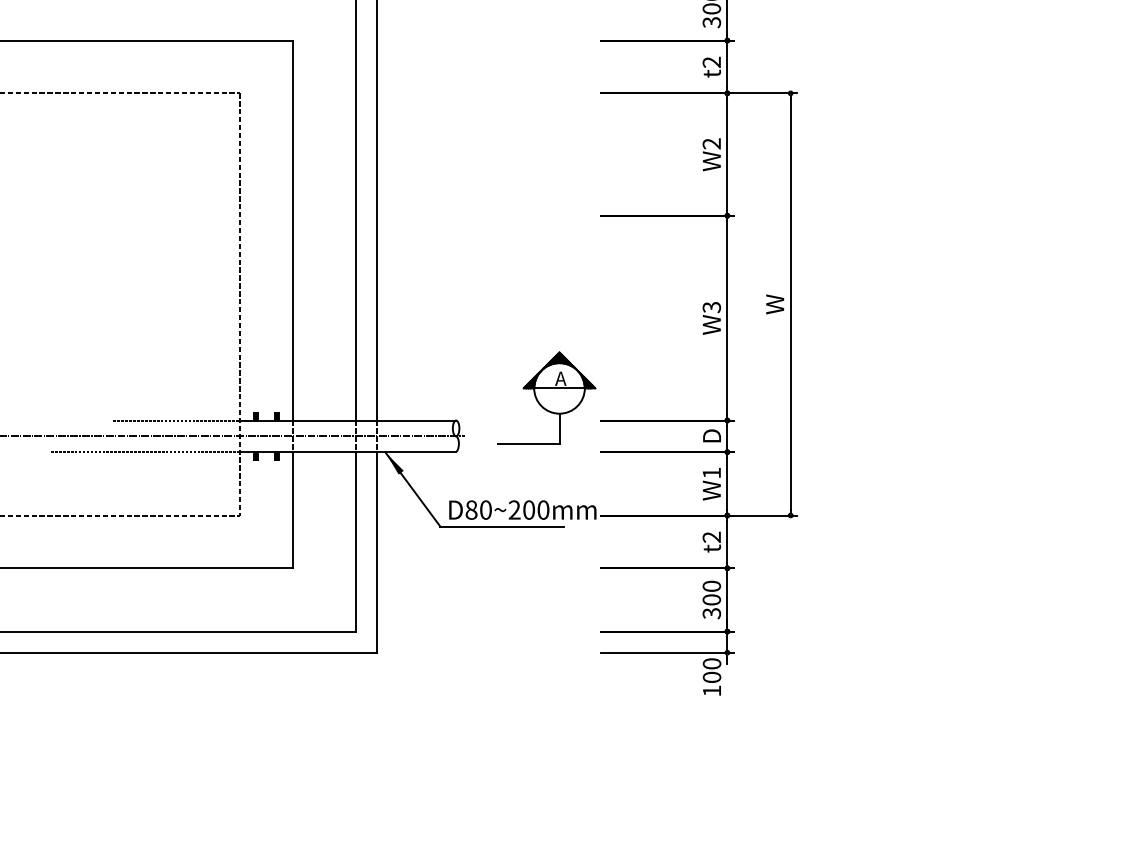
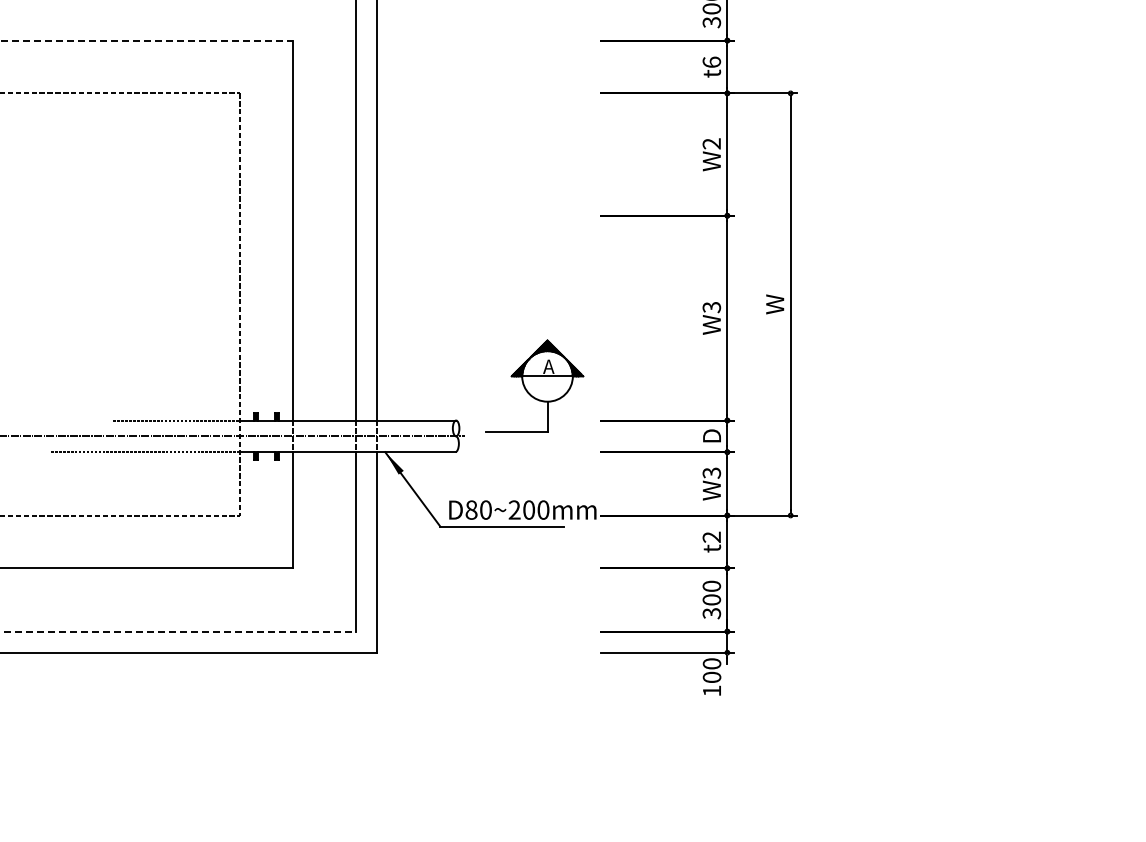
line at (146, 40): solid -> dashed
text at (711, 61): t2 -> t6
part at (546, 397) position: (546, 397) -> (534, 385)
text at (711, 472): W1 -> W3
line at (178, 631): solid -> dashed
